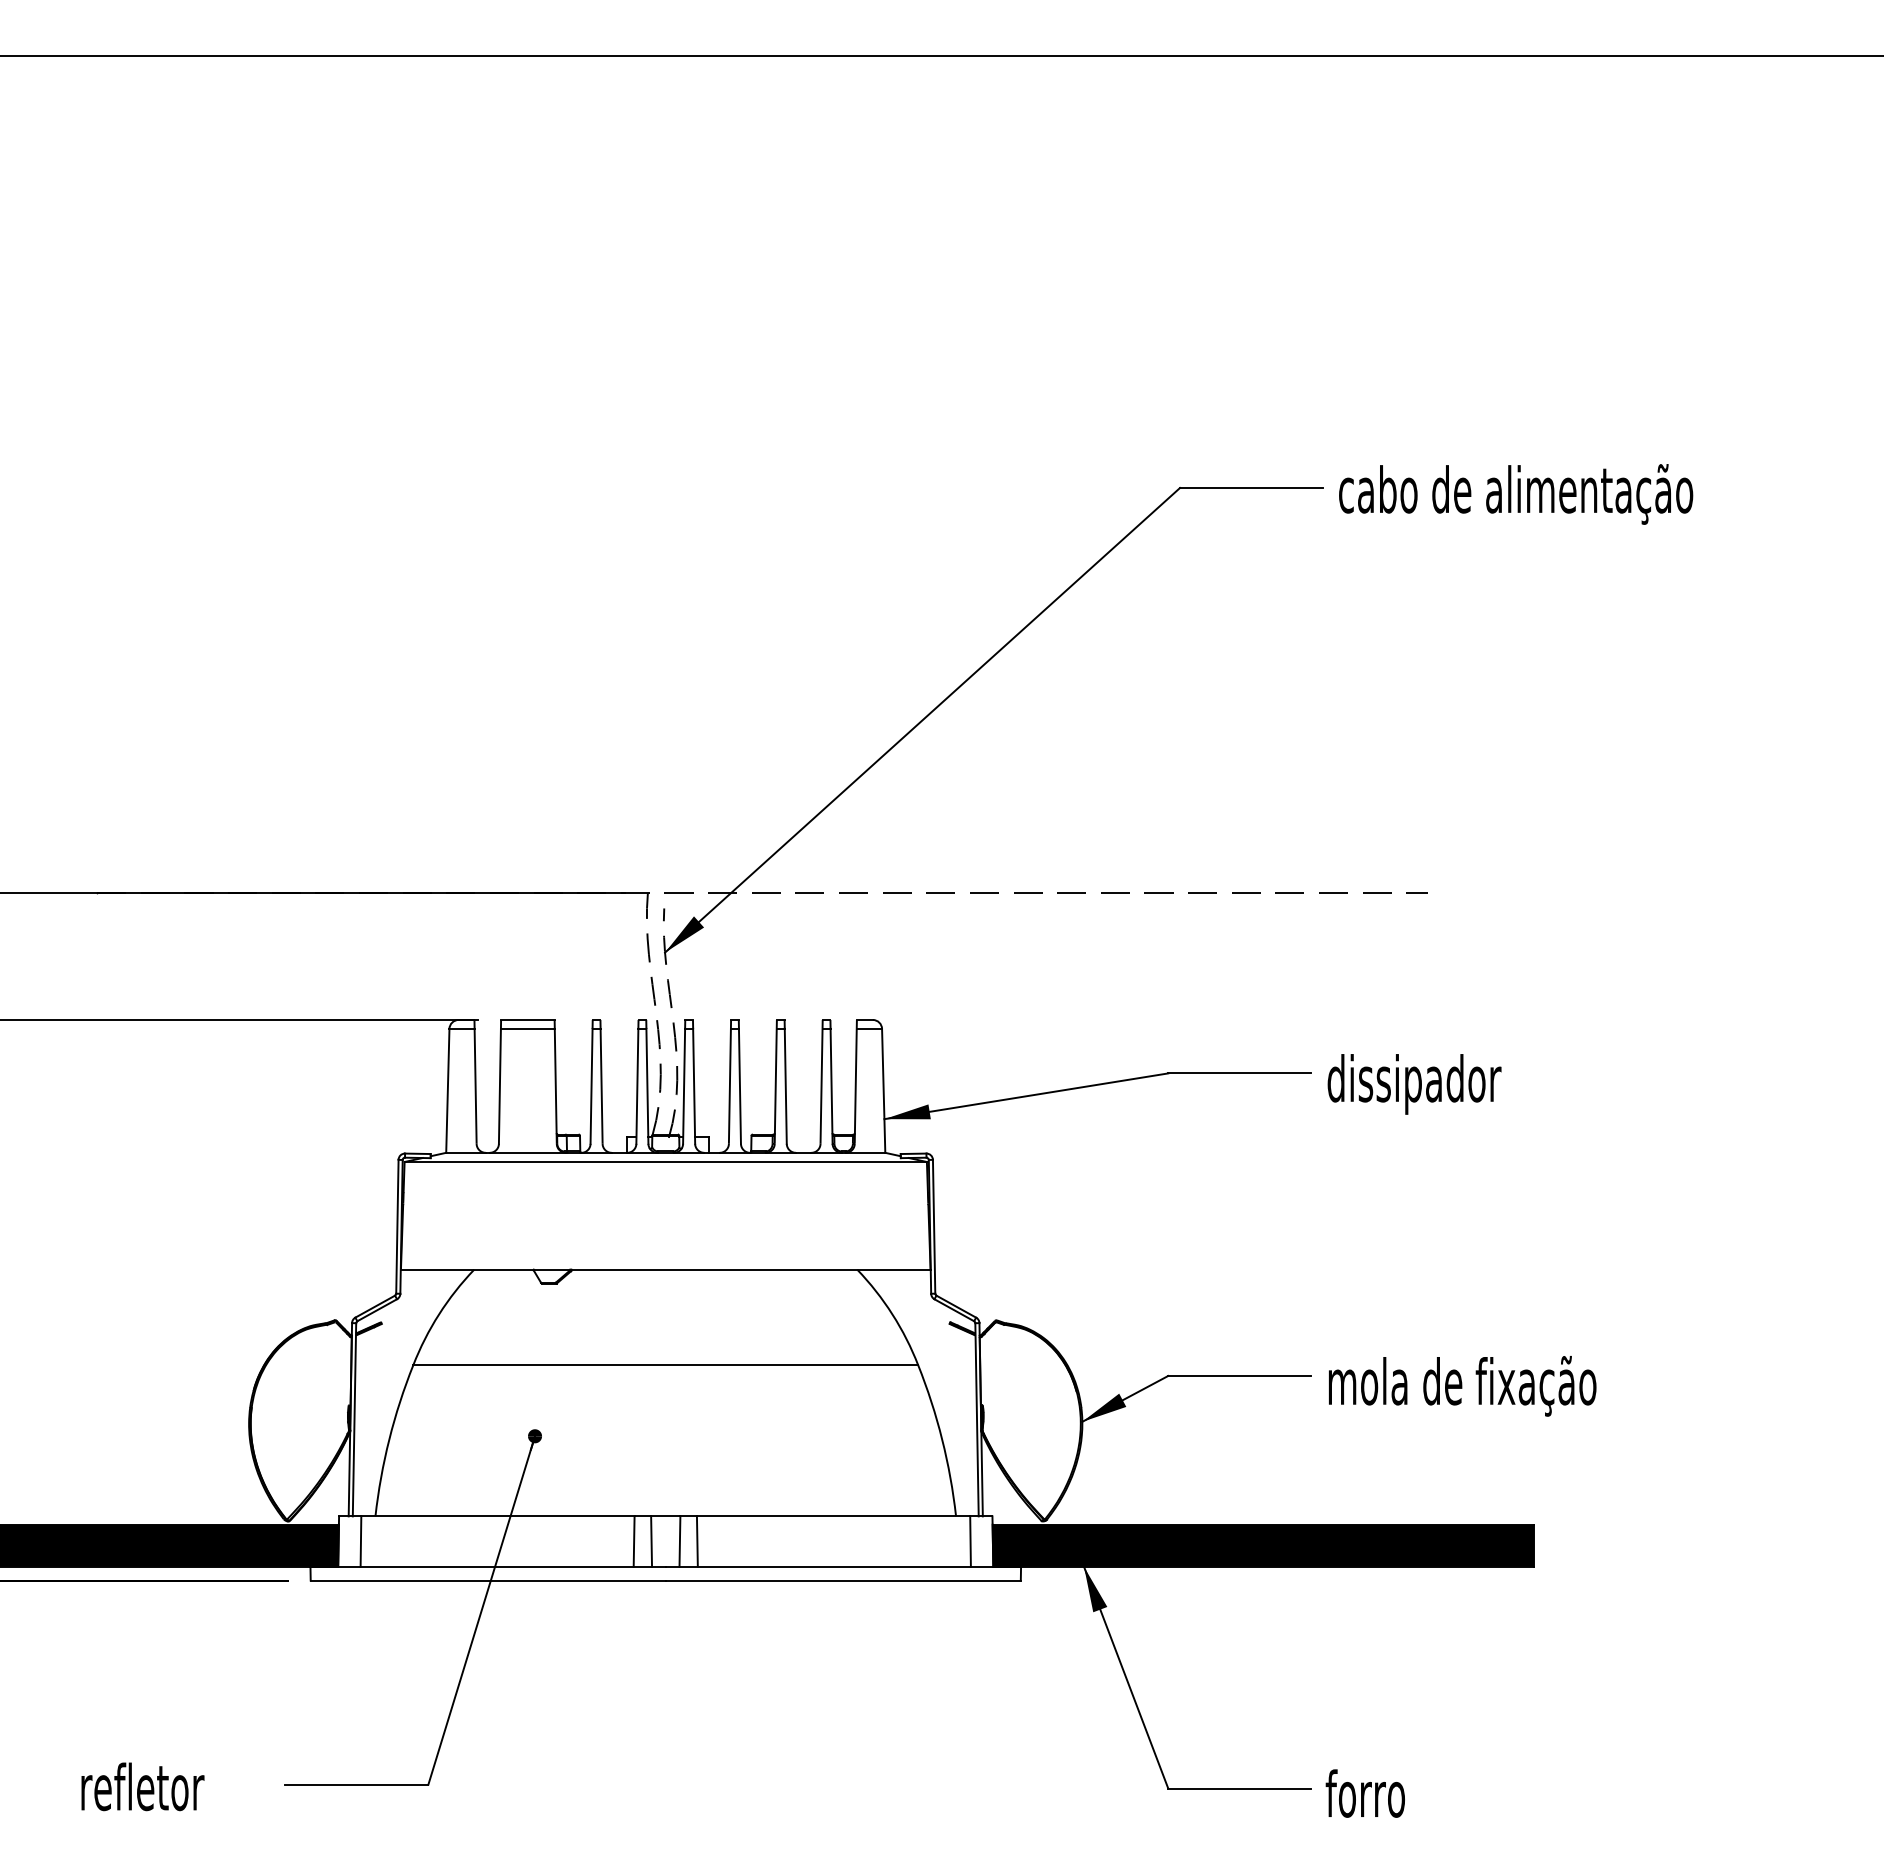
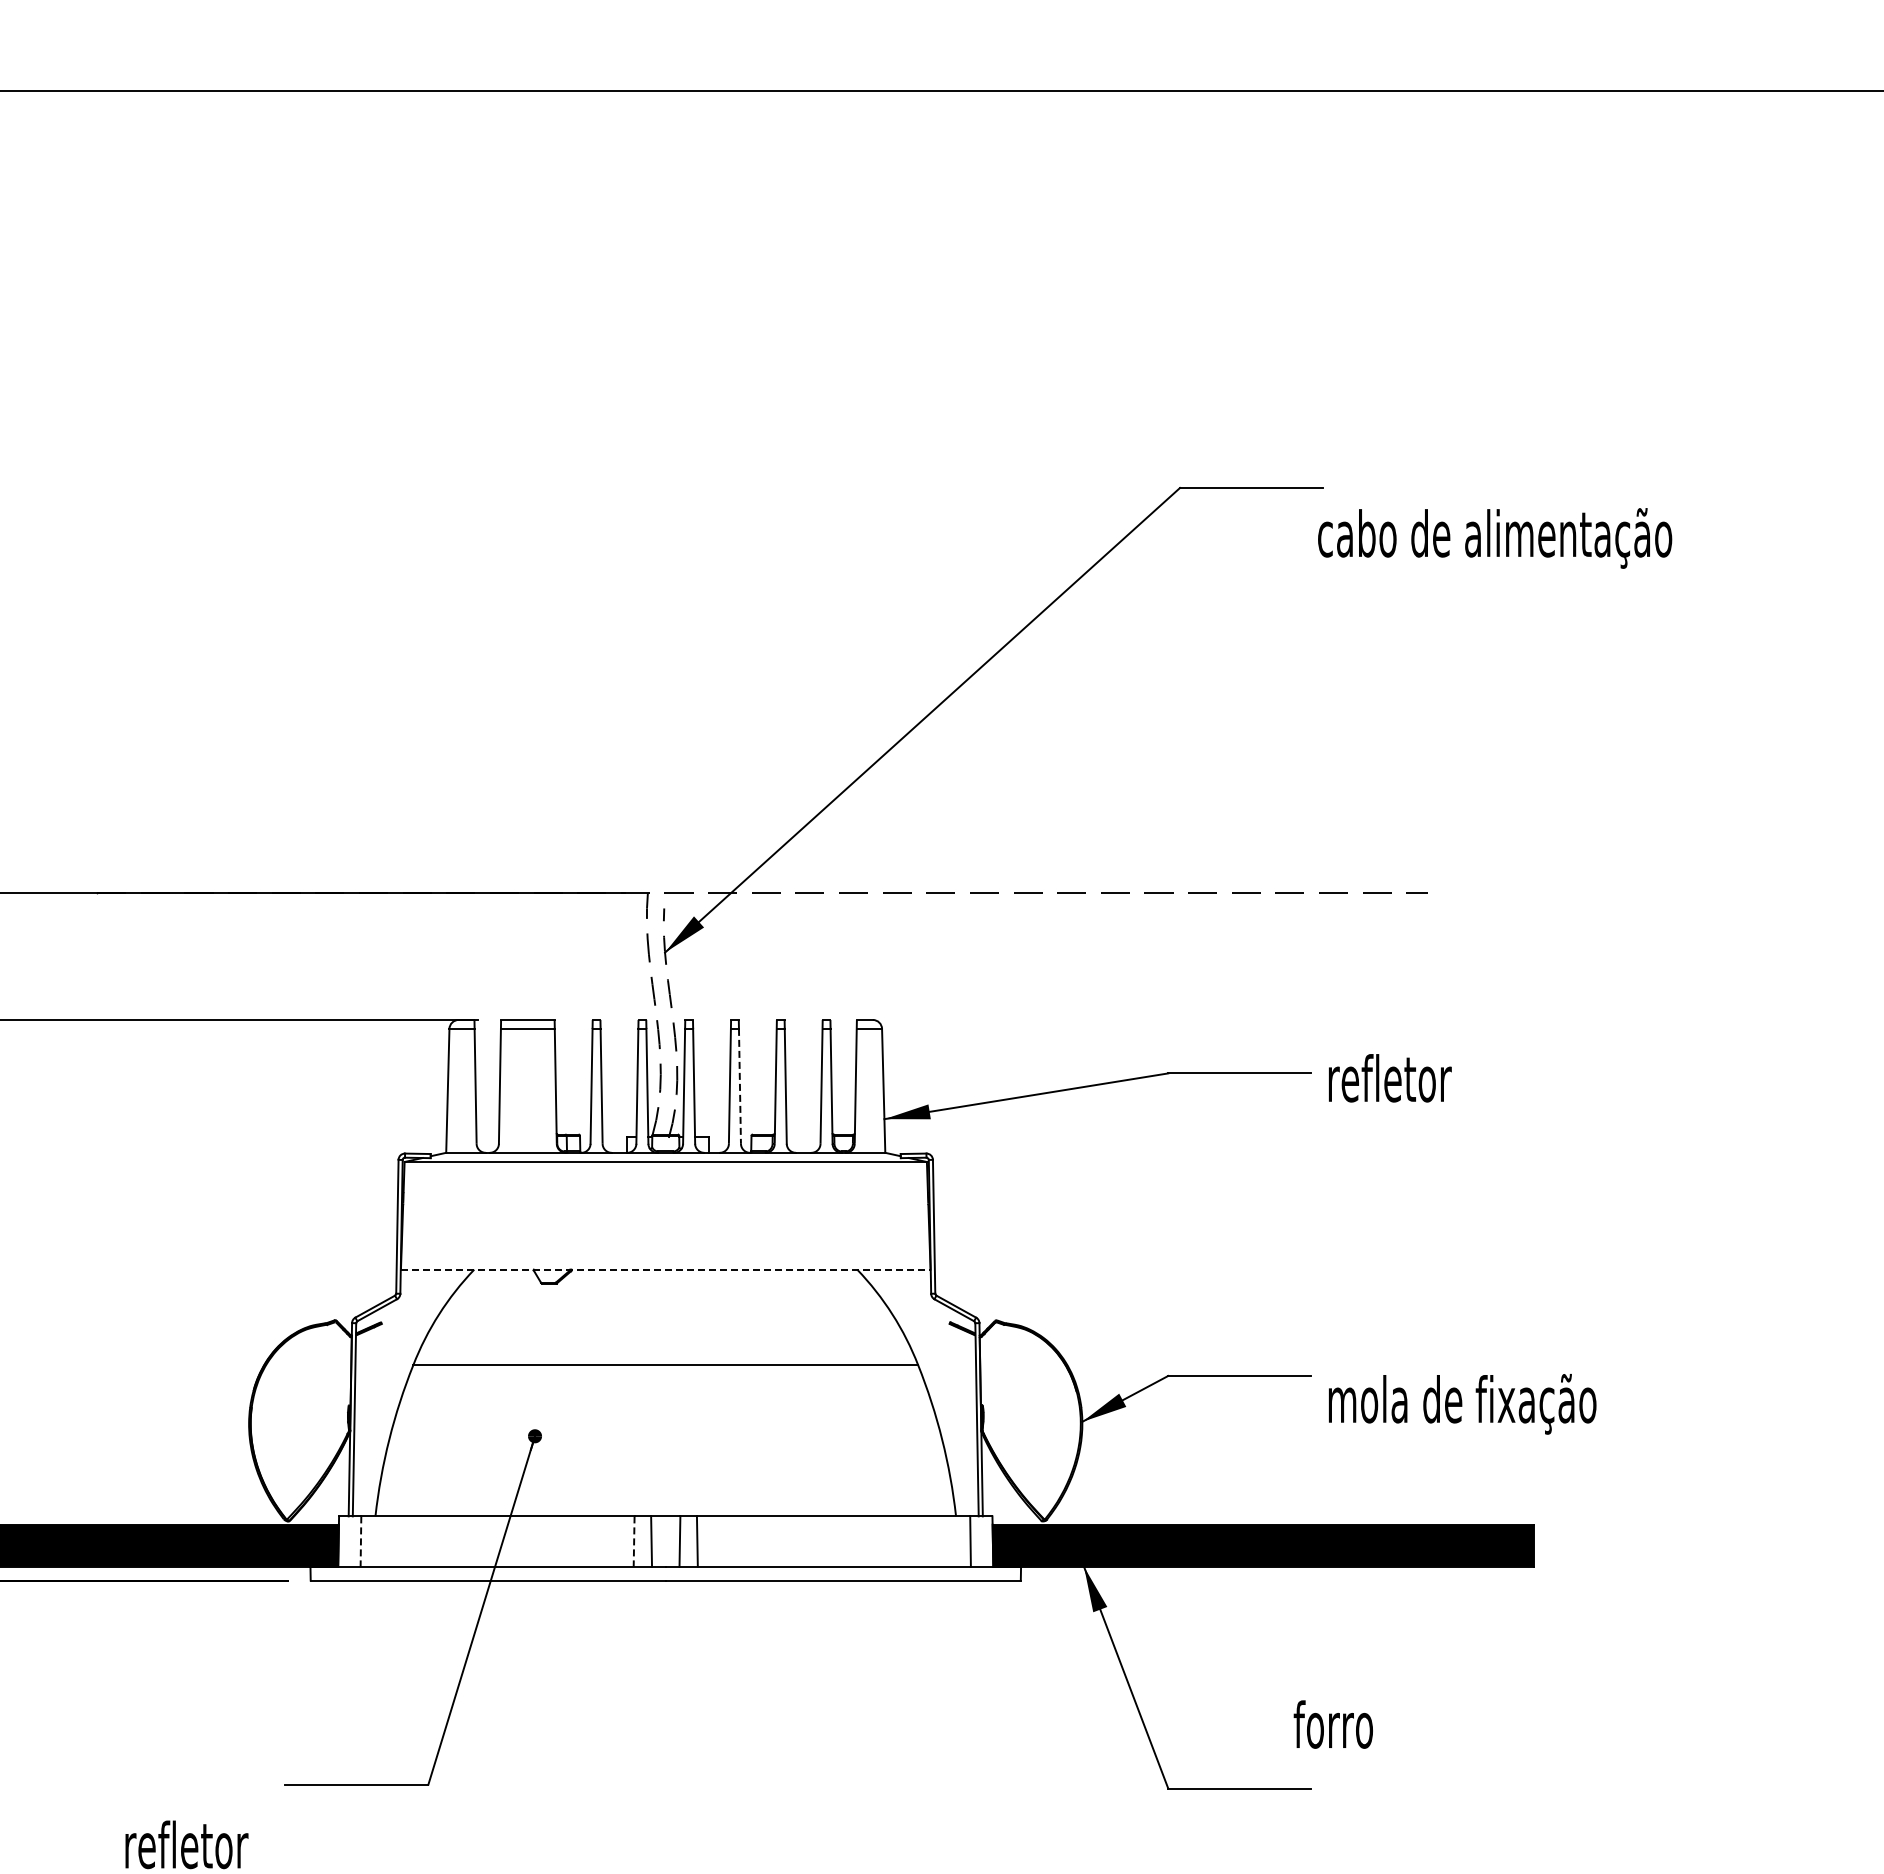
line at (941, 56) position: (941, 56) -> (941, 91)
text at (1516, 494) position: (1516, 494) -> (1495, 538)
text at (1414, 1084): dissipador -> refletor
line at (739, 1086): solid -> dashed
line at (665, 1269): solid -> dashed
text at (1462, 1386) position: (1462, 1386) -> (1462, 1404)
line at (360, 1542): solid -> dashed
line at (634, 1542): solid -> dashed
text at (142, 1786) position: (142, 1786) -> (186, 1844)
text at (1364, 1793) position: (1364, 1793) -> (1332, 1724)
